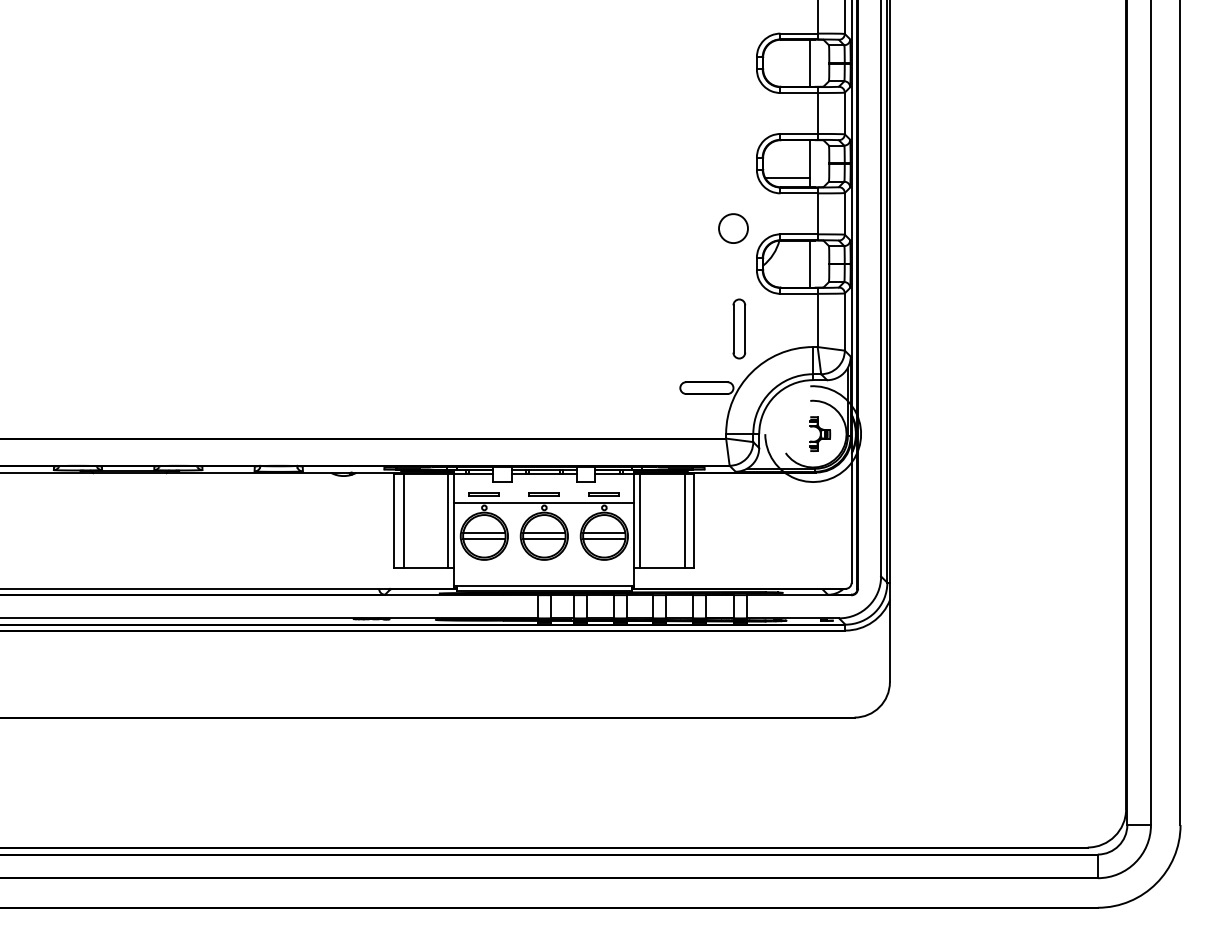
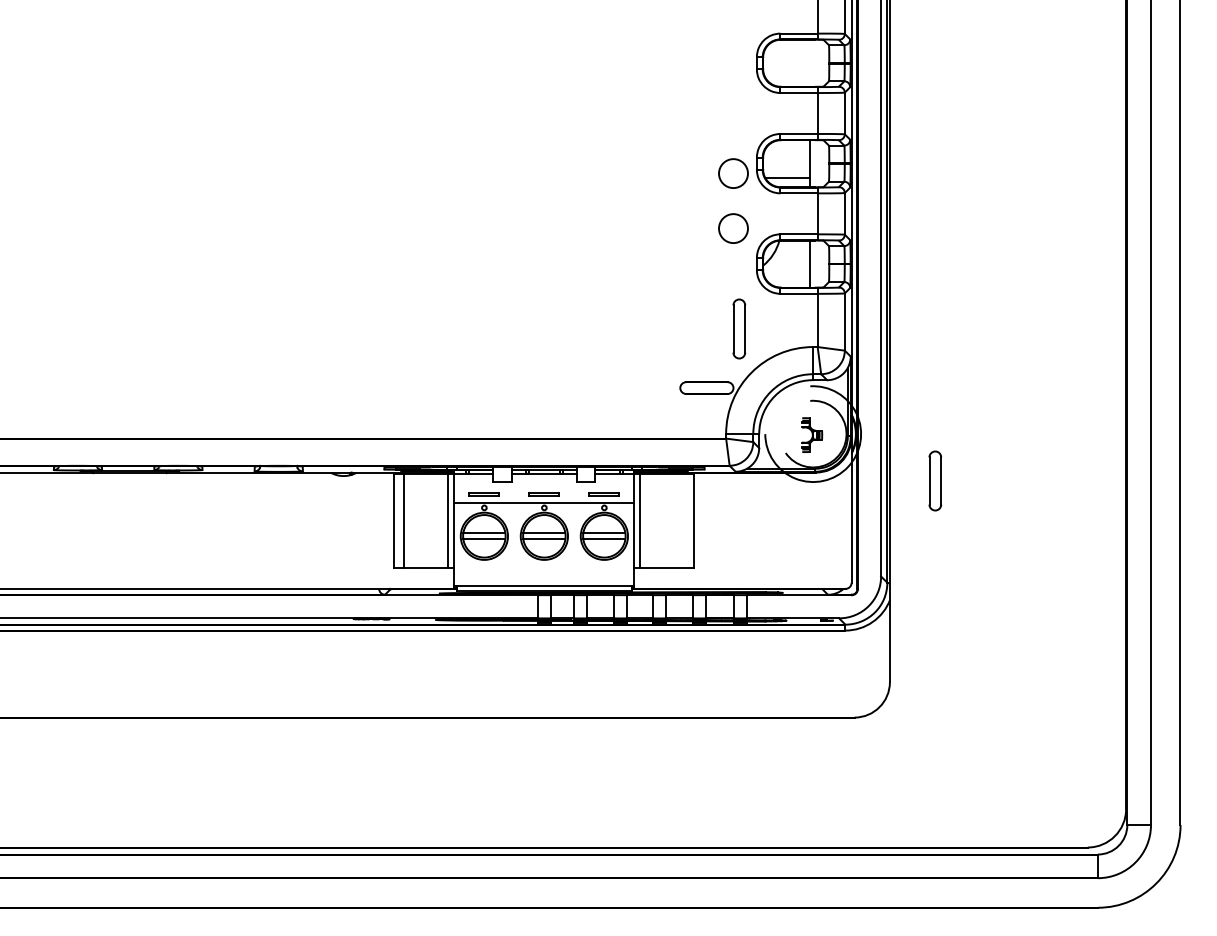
line at (810, 62): present -> none
circle at (733, 173): none -> present
part at (820, 433) position: (820, 433) -> (812, 434)
part at (935, 480): none -> present
line at (684, 520): present -> none
